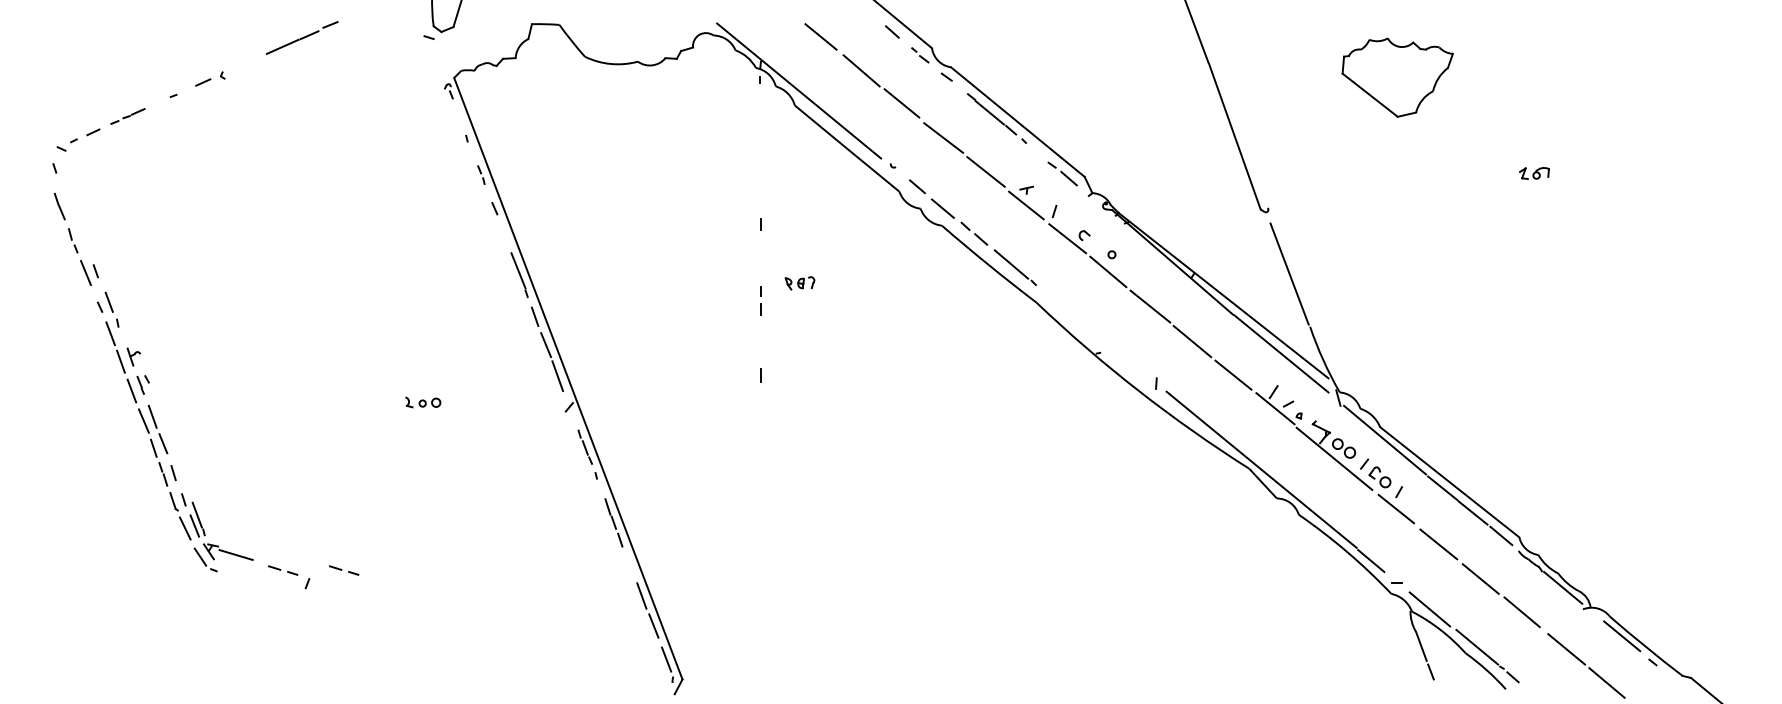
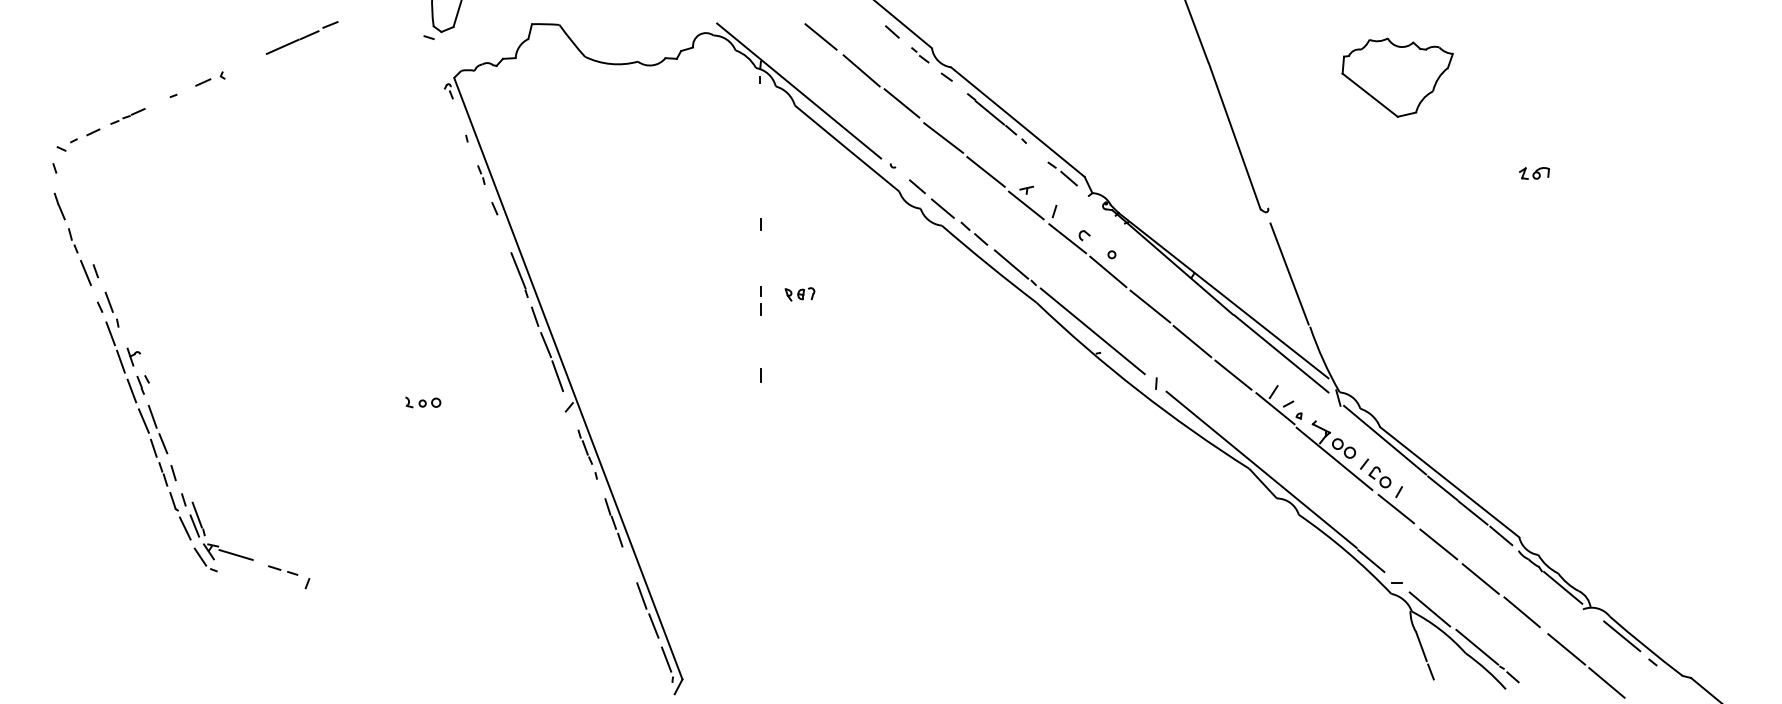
part at (799, 283) position: (799, 283) -> (799, 294)
line at (1092, 331): none -> present
part at (344, 570): present -> none
